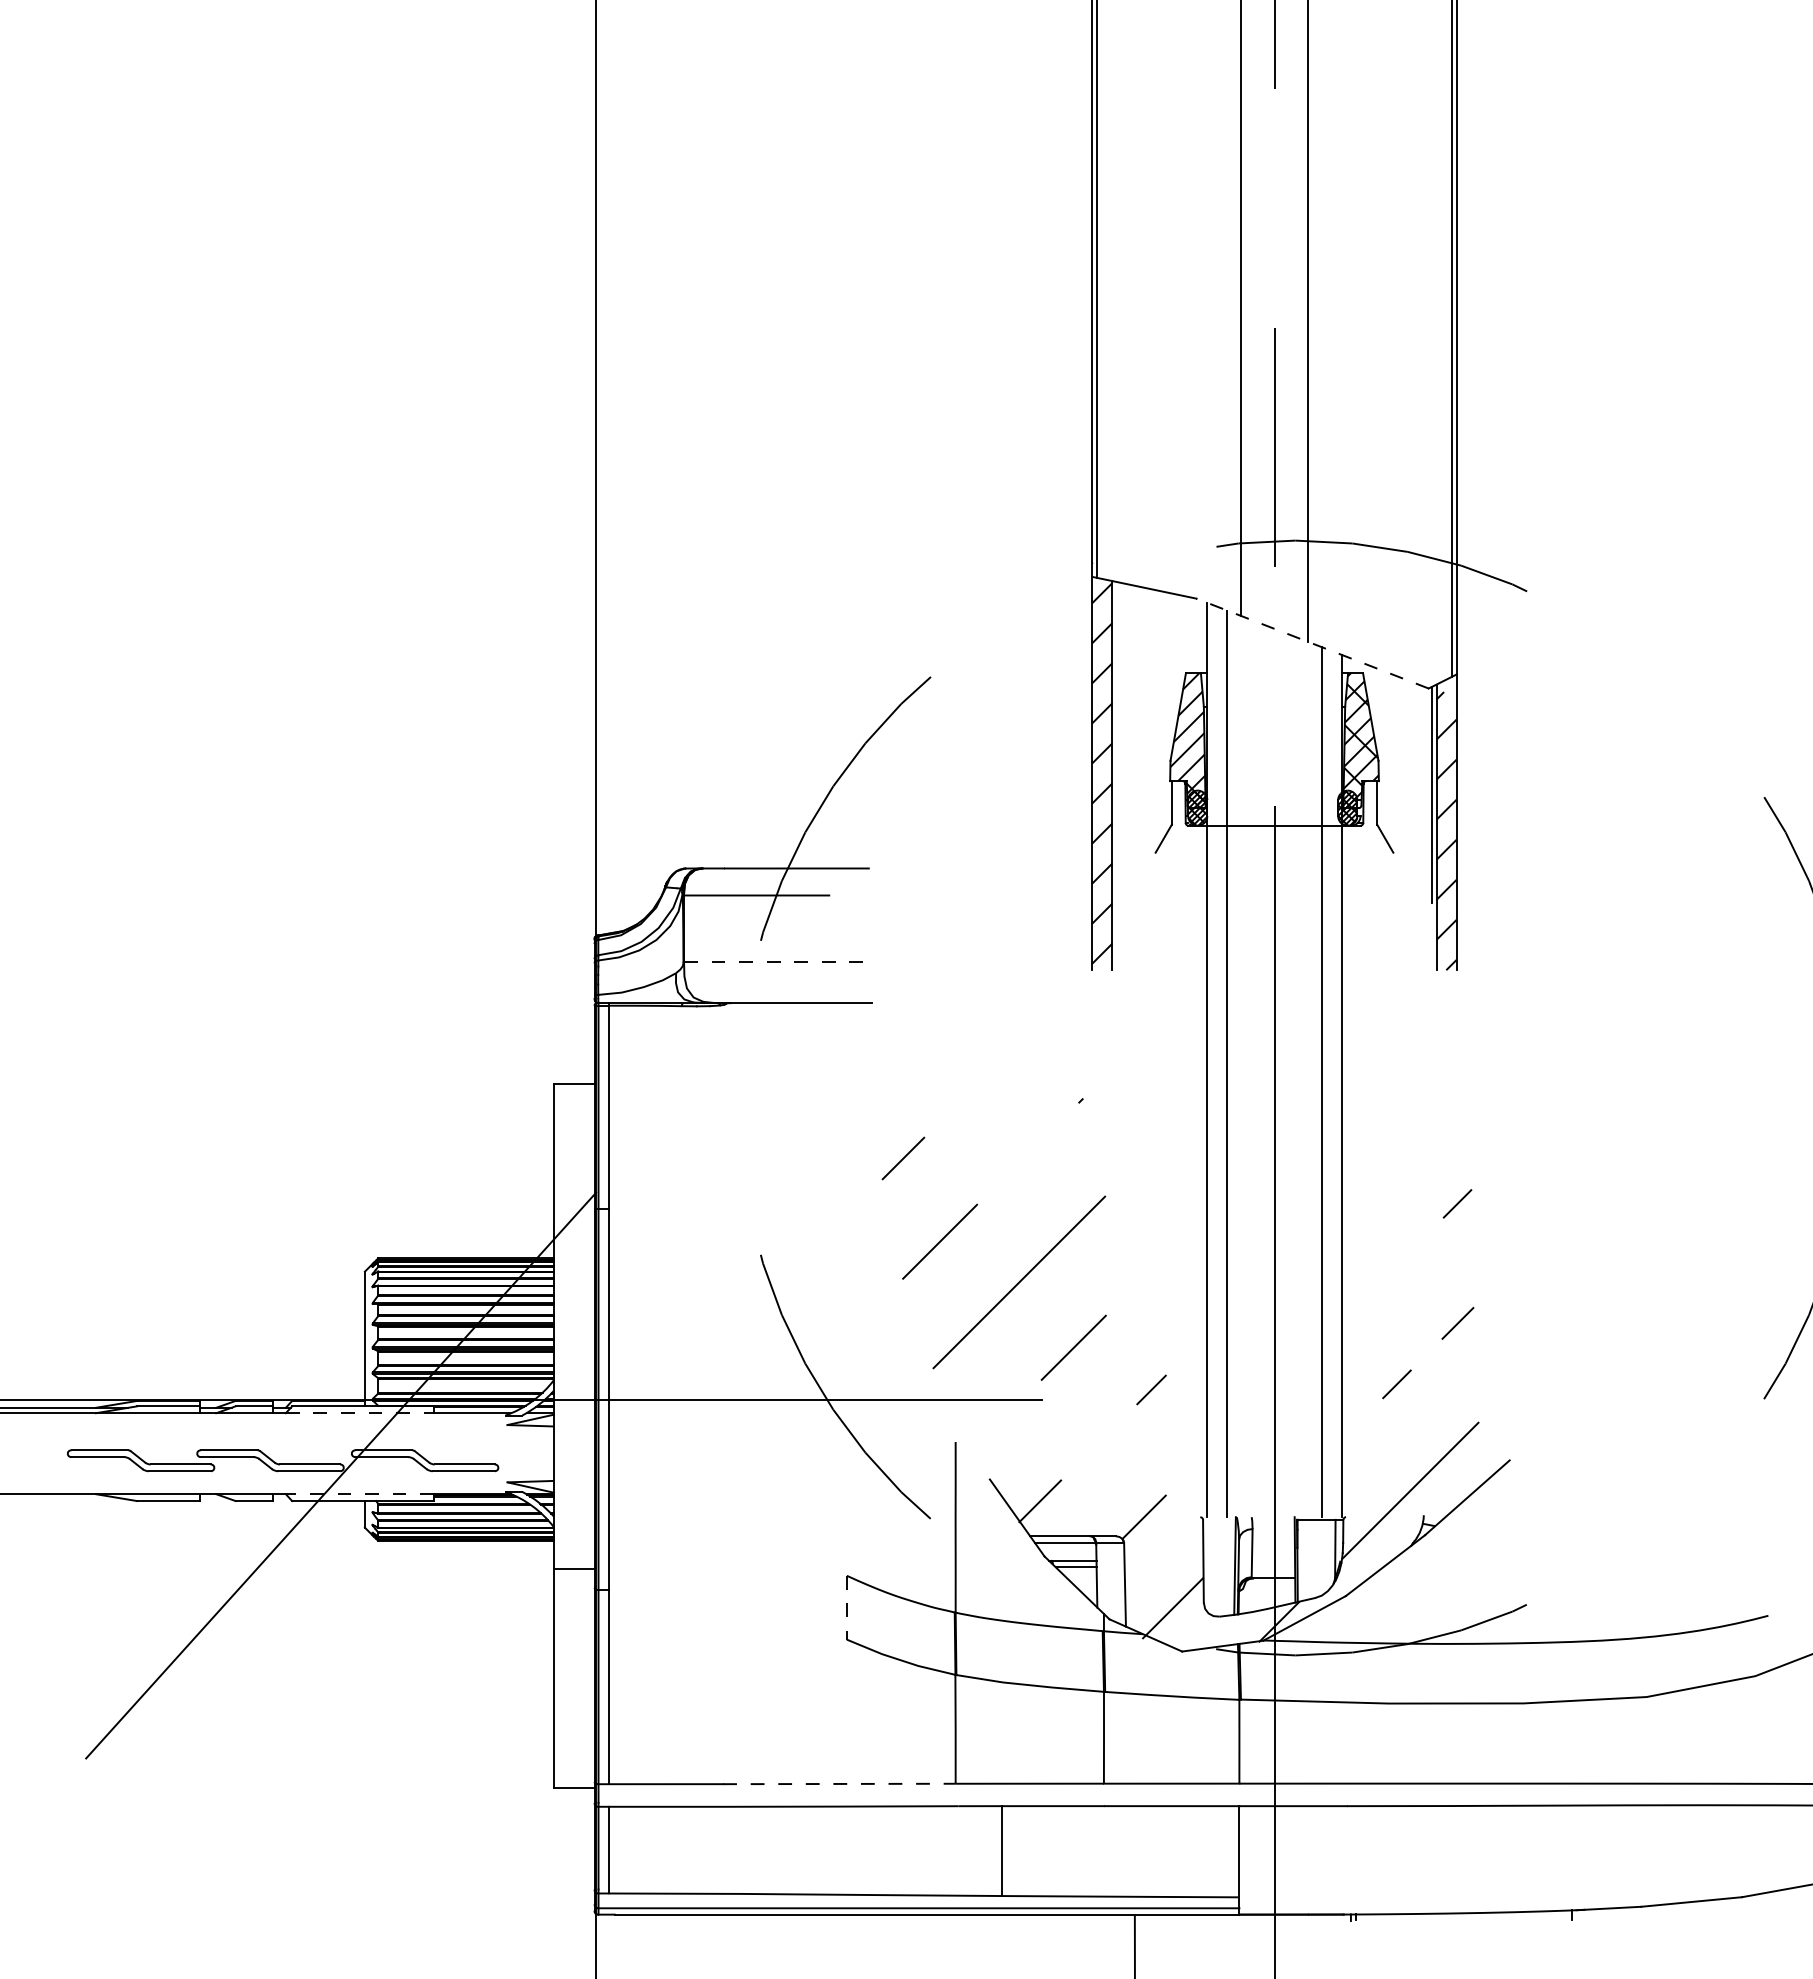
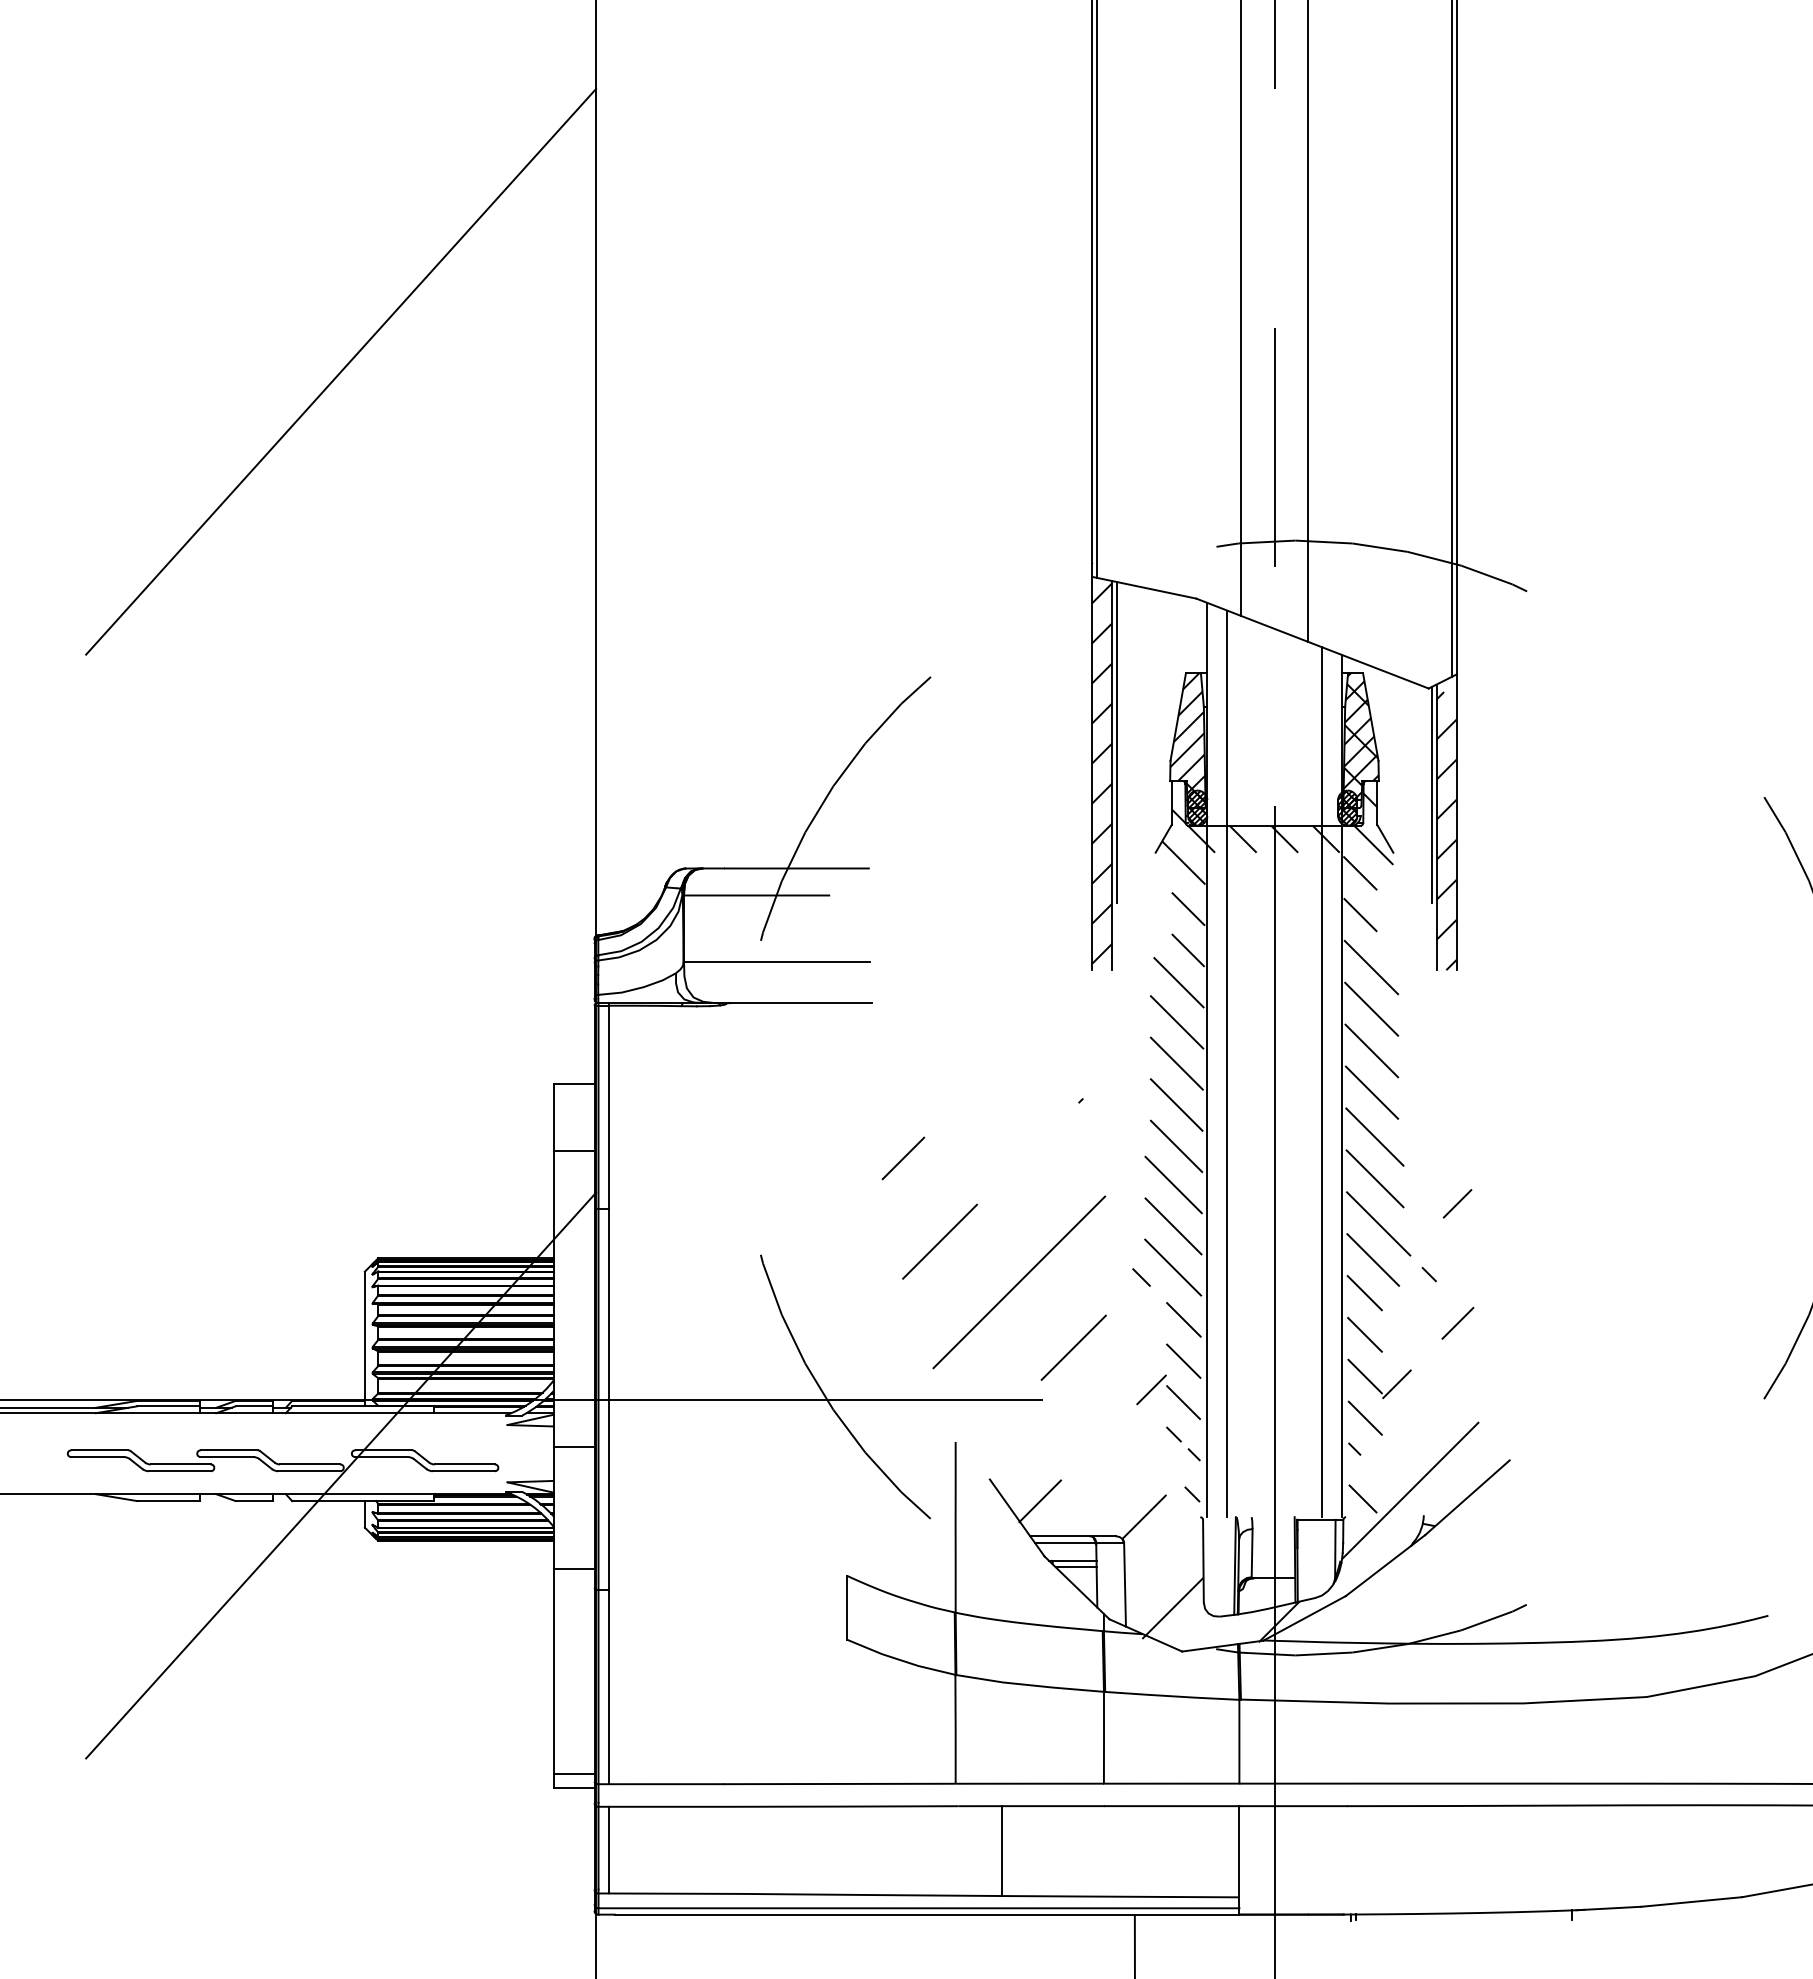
line at (341, 371): none -> present
line at (1312, 643): dashed -> solid
line at (1117, 742): none -> present
line at (777, 962): dashed -> solid
line at (573, 1151): none -> present
hatch at (1284, 1153): none -> present
line at (360, 1413): dashed -> solid
line at (573, 1447): none -> present
line at (359, 1494): dashed -> solid
line at (846, 1607): dashed -> solid
line at (573, 1774): none -> present
line at (839, 1783): dashed -> solid
